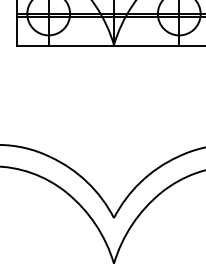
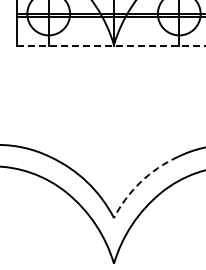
line at (111, 46): solid -> dashed
arc at (140, 182): solid -> dashed
